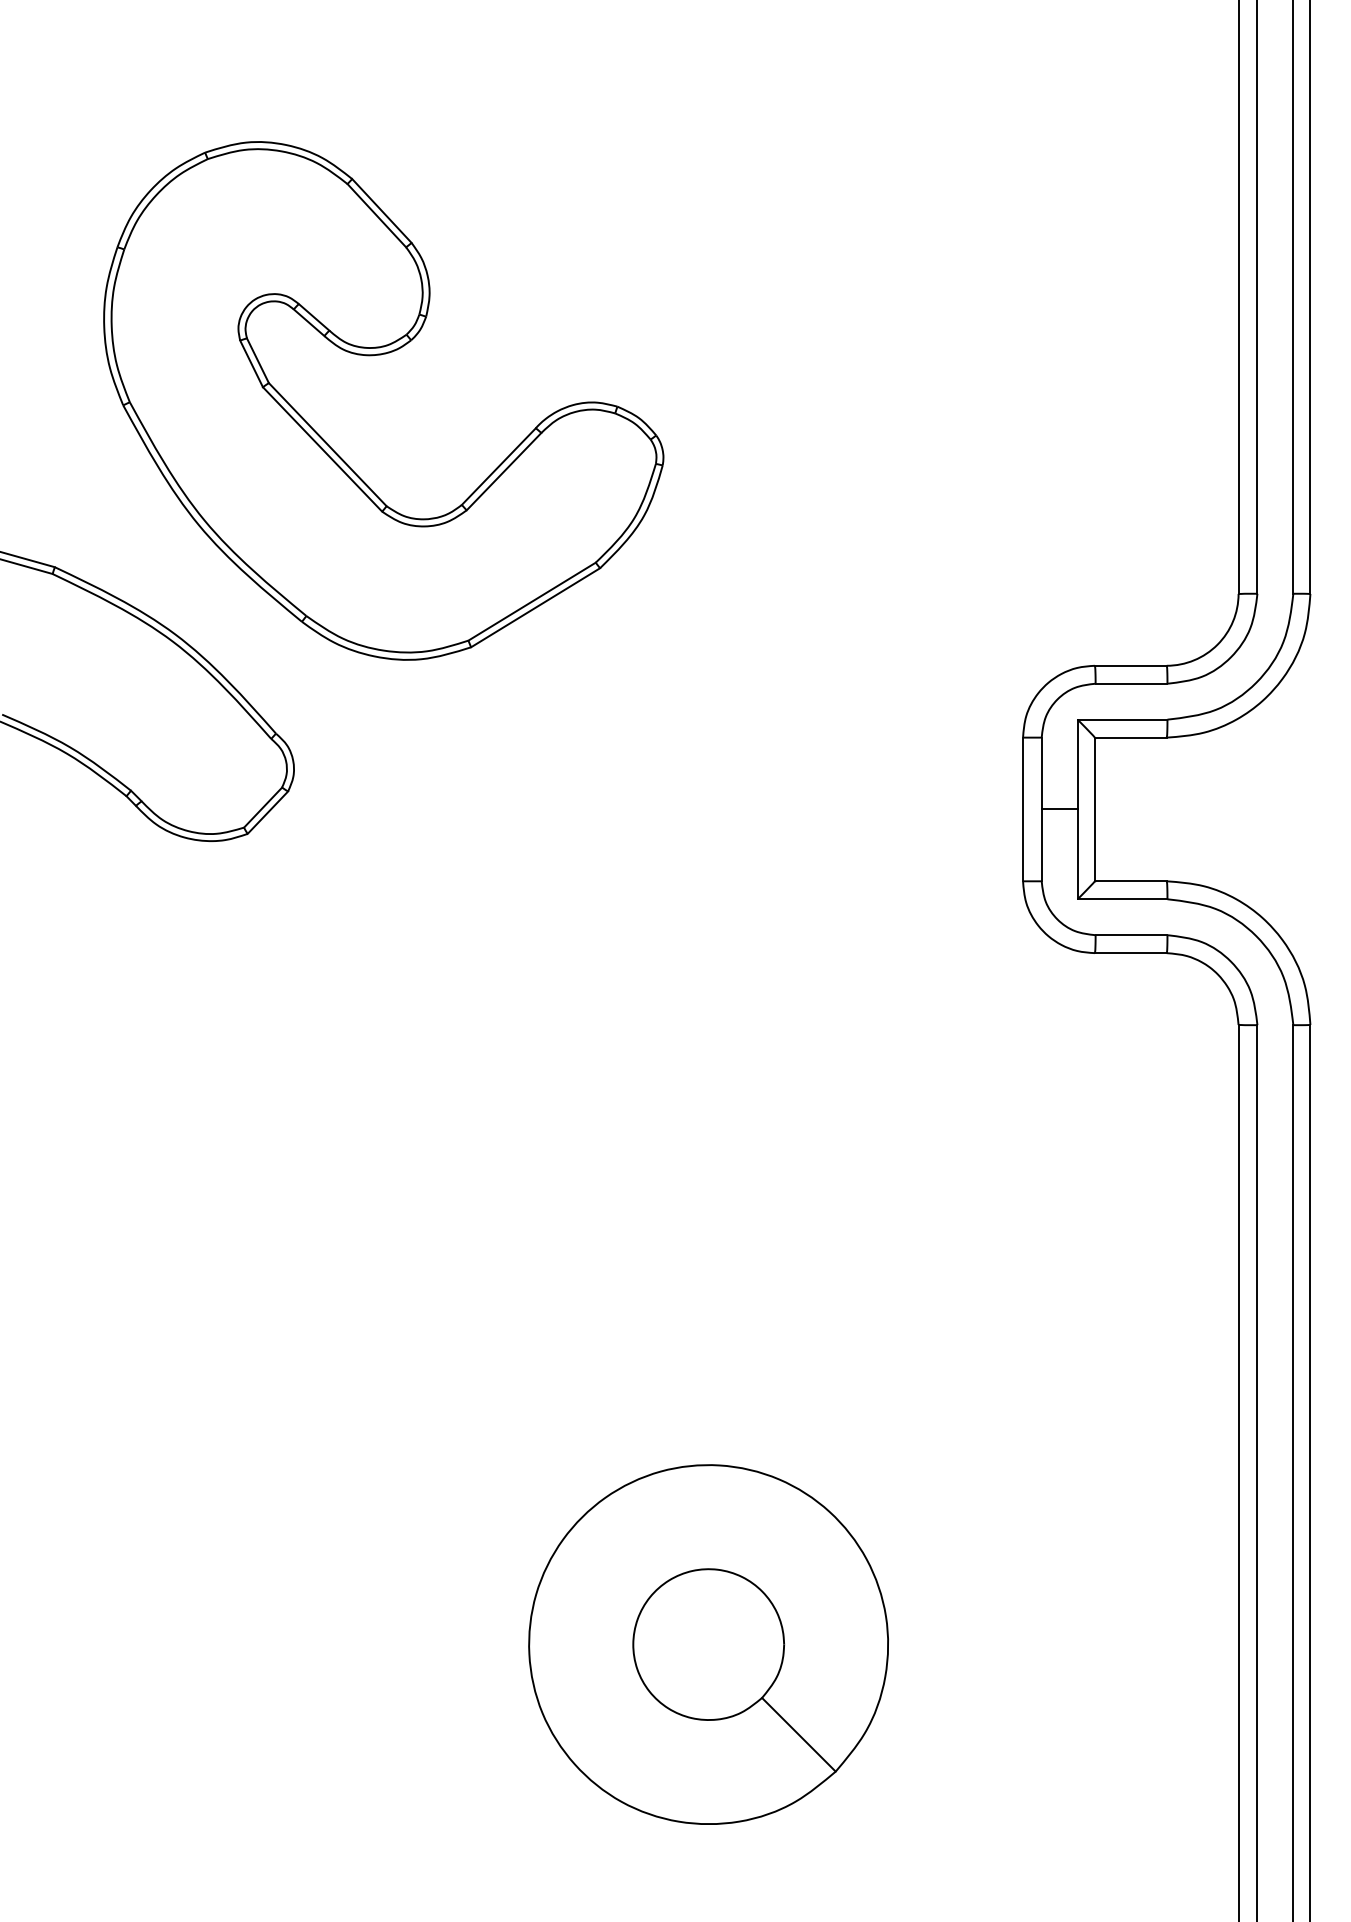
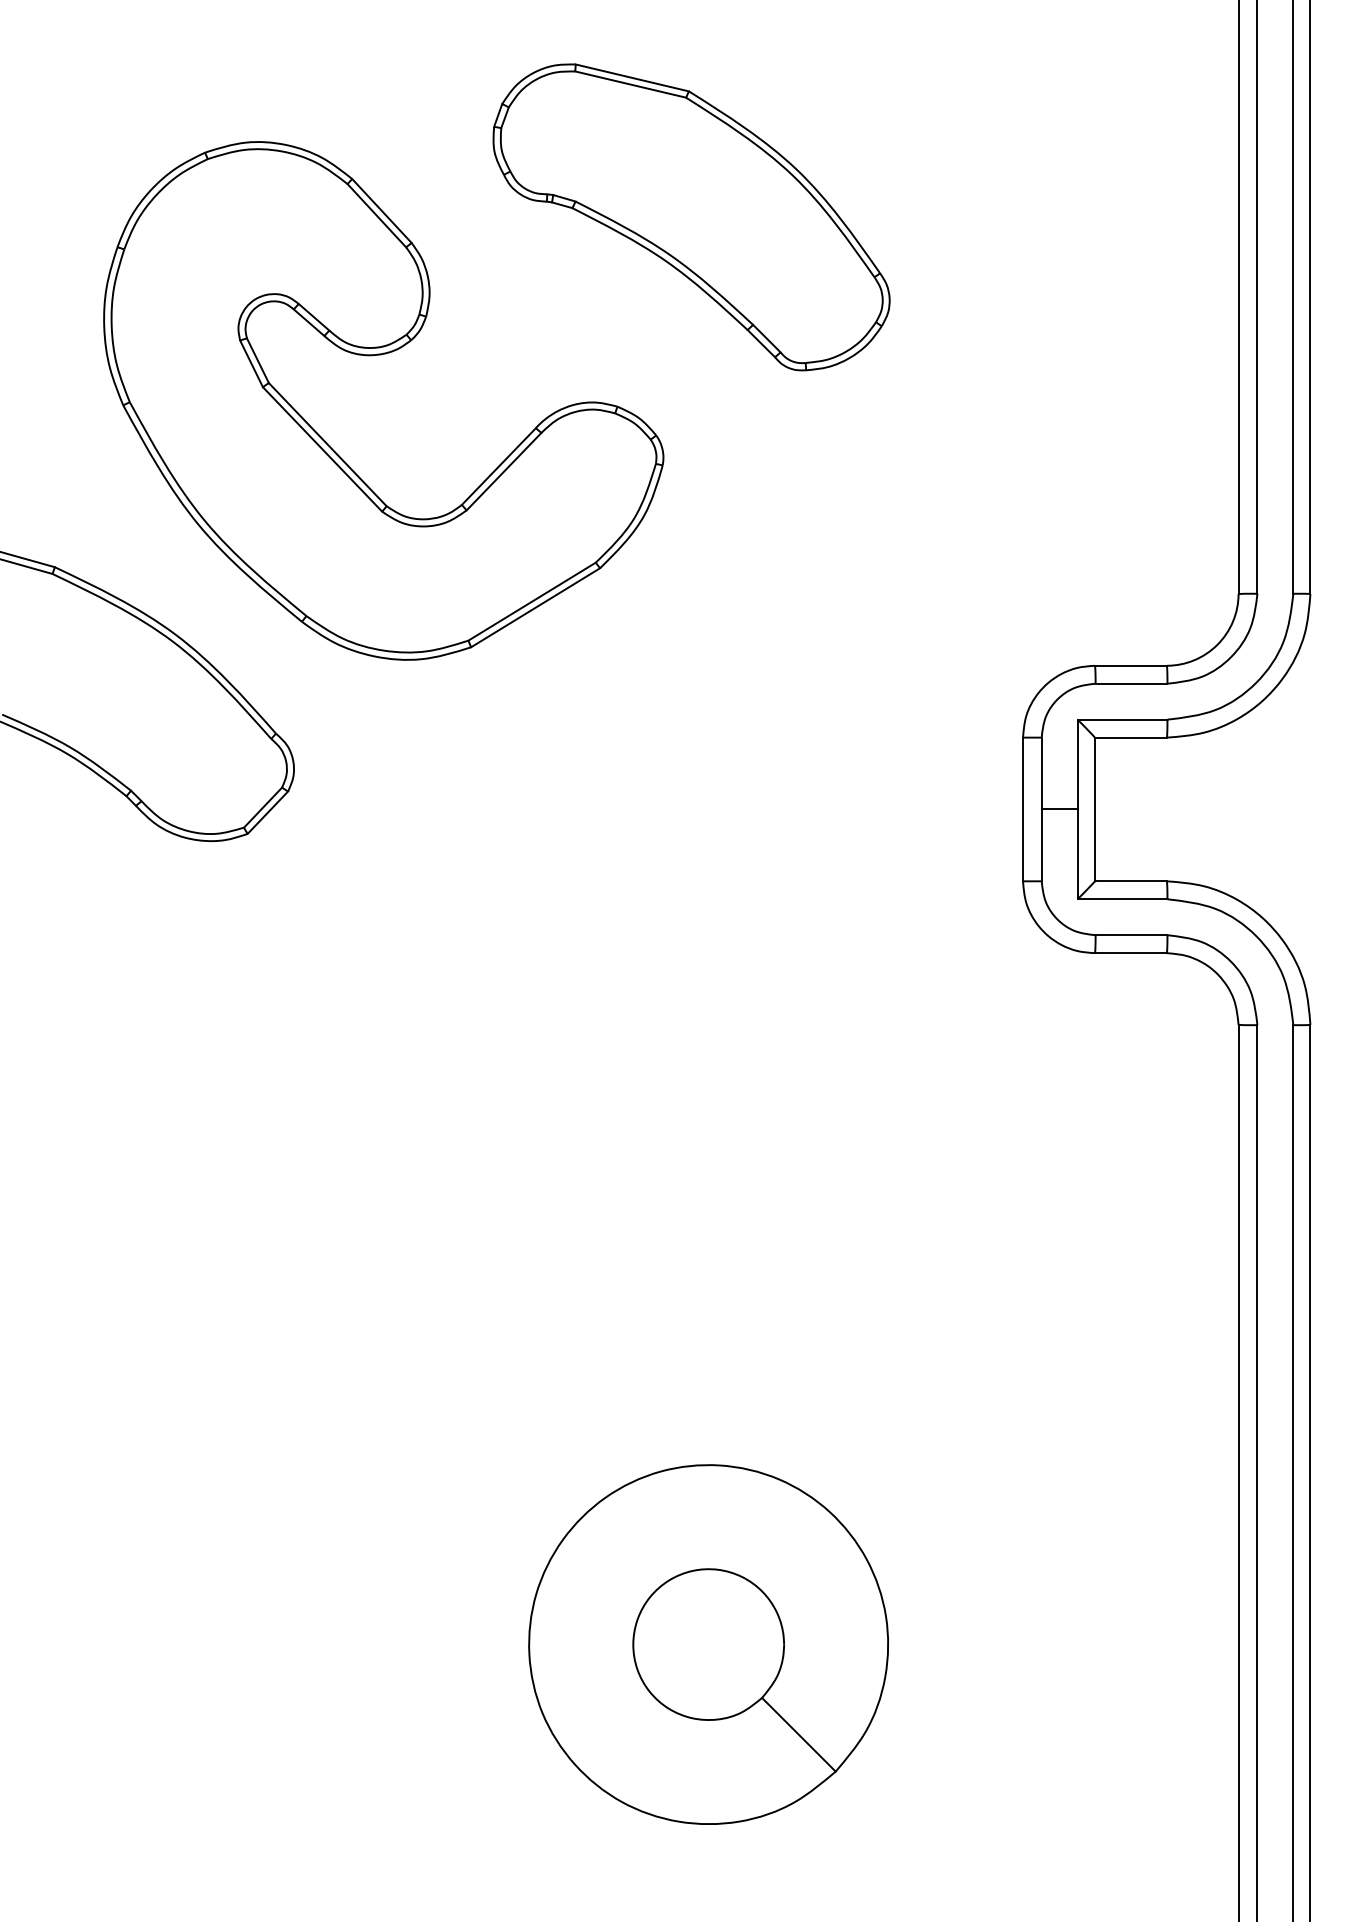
part at (691, 217): none -> present
